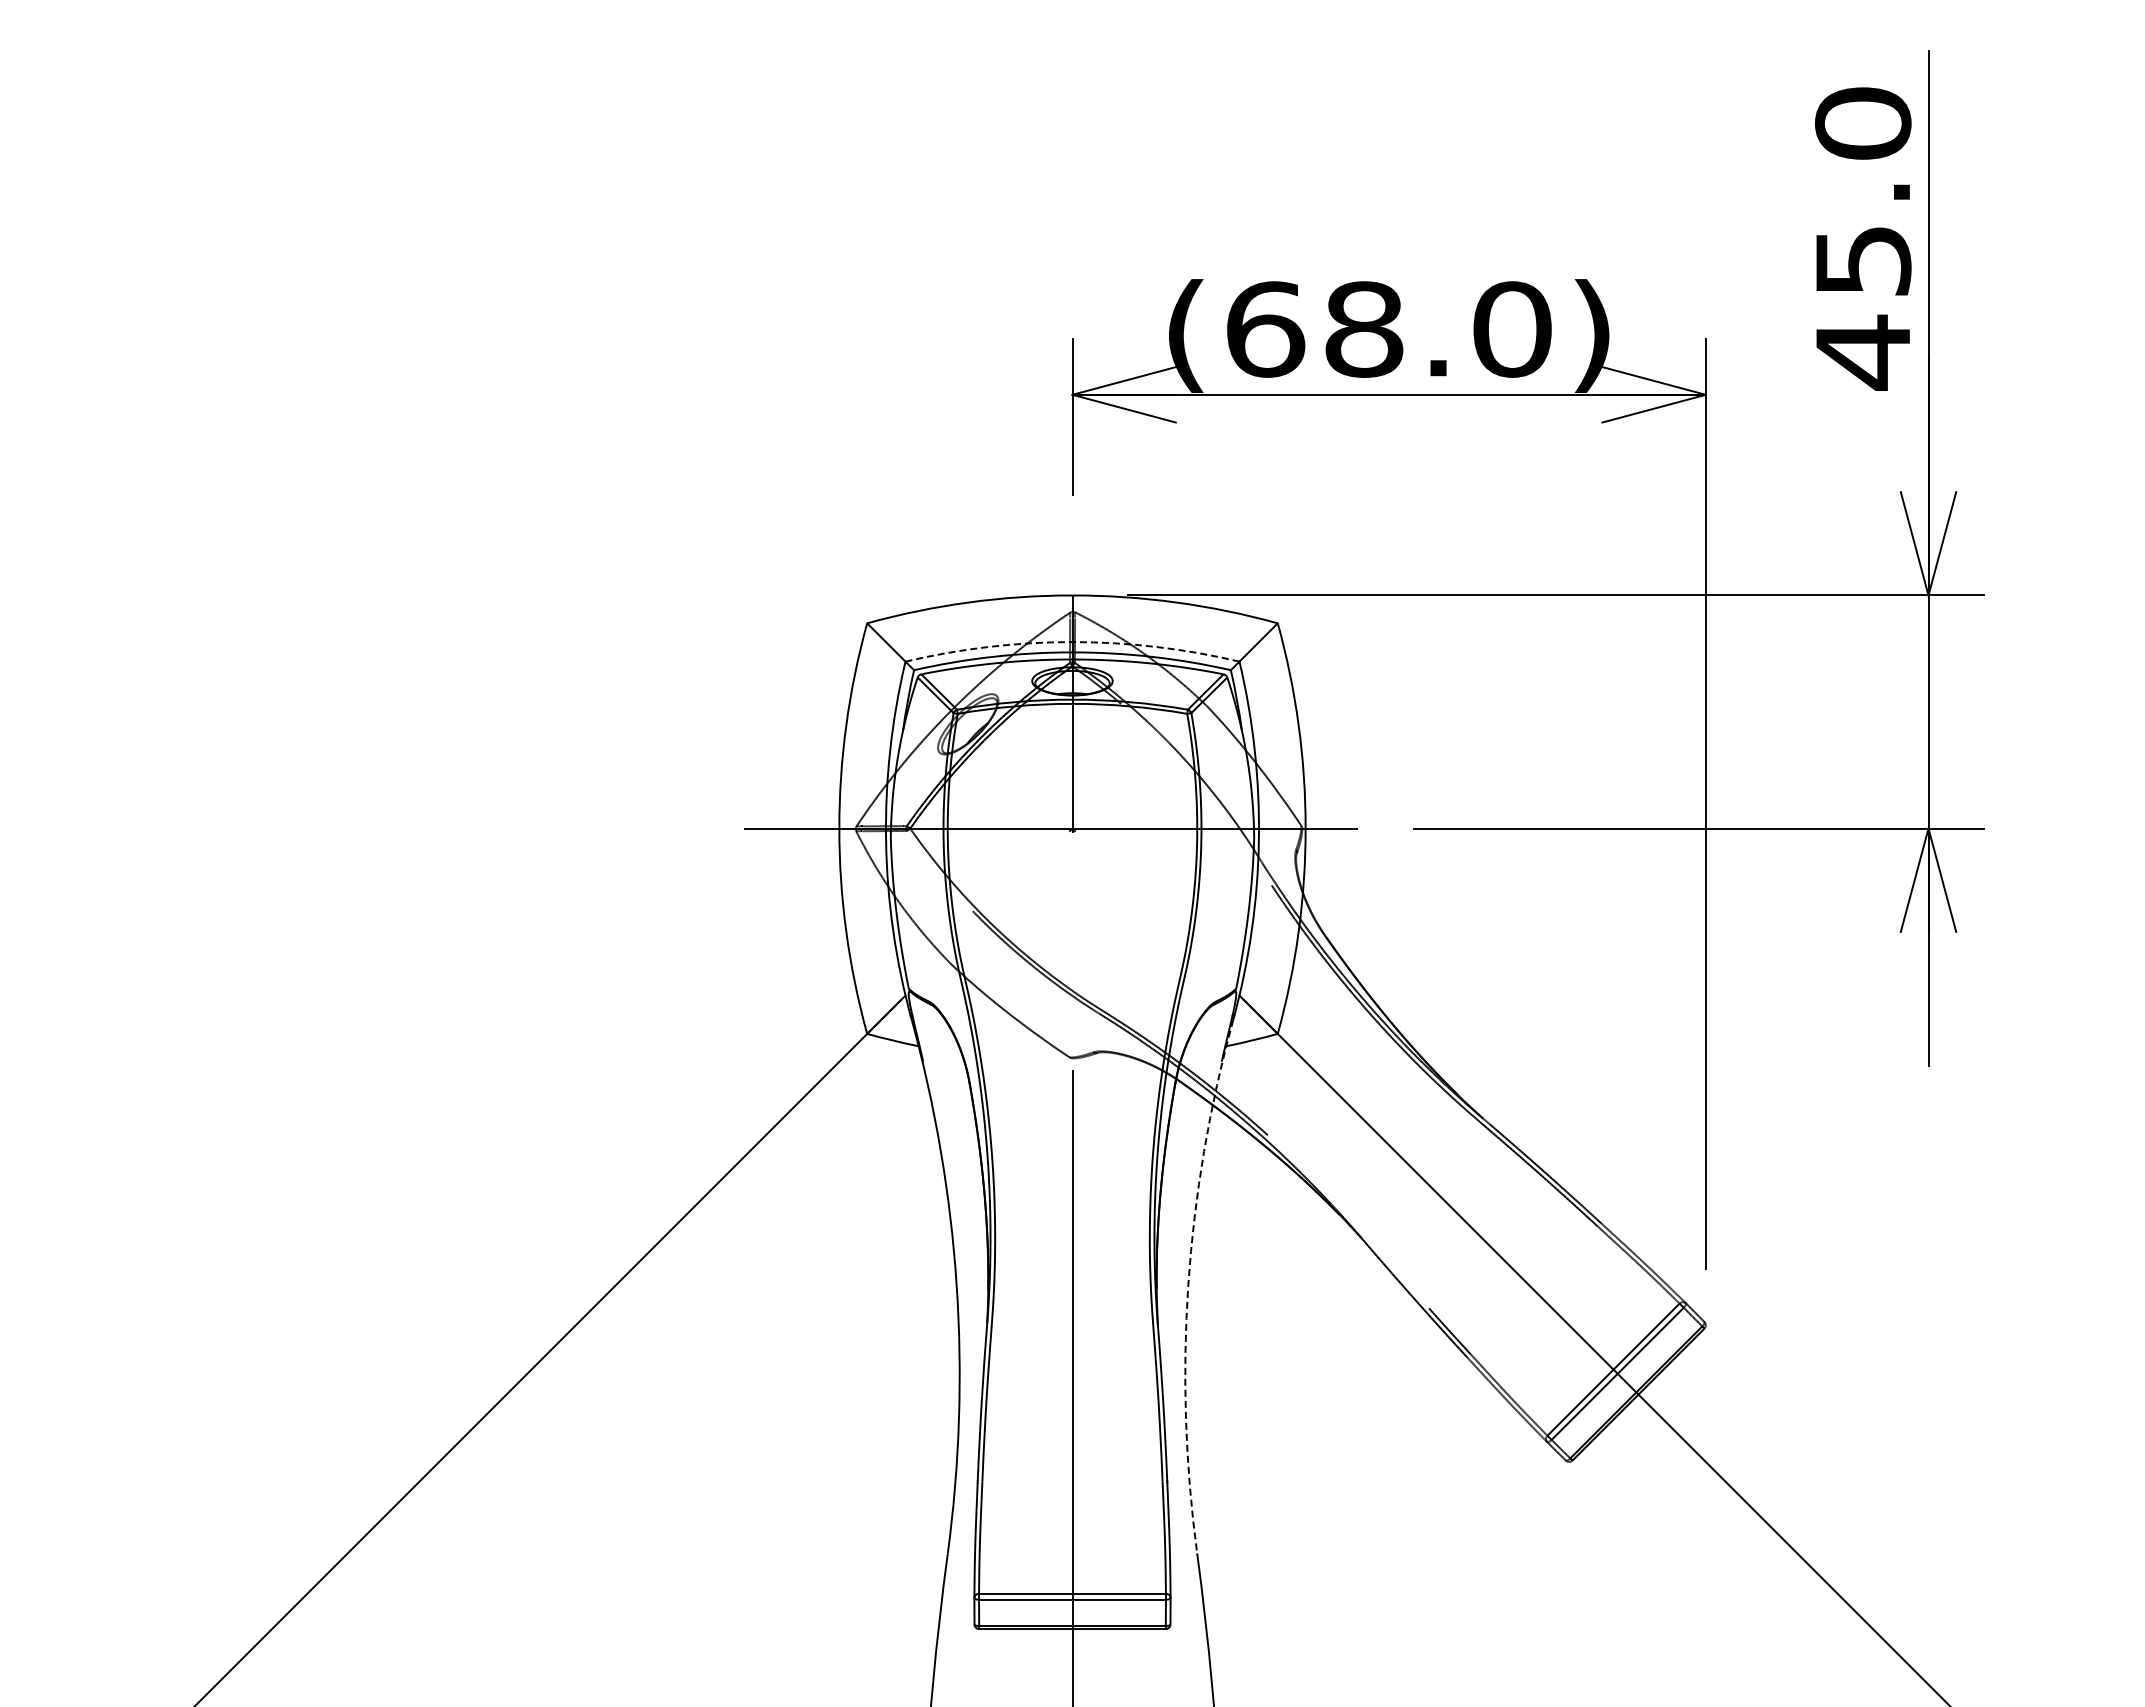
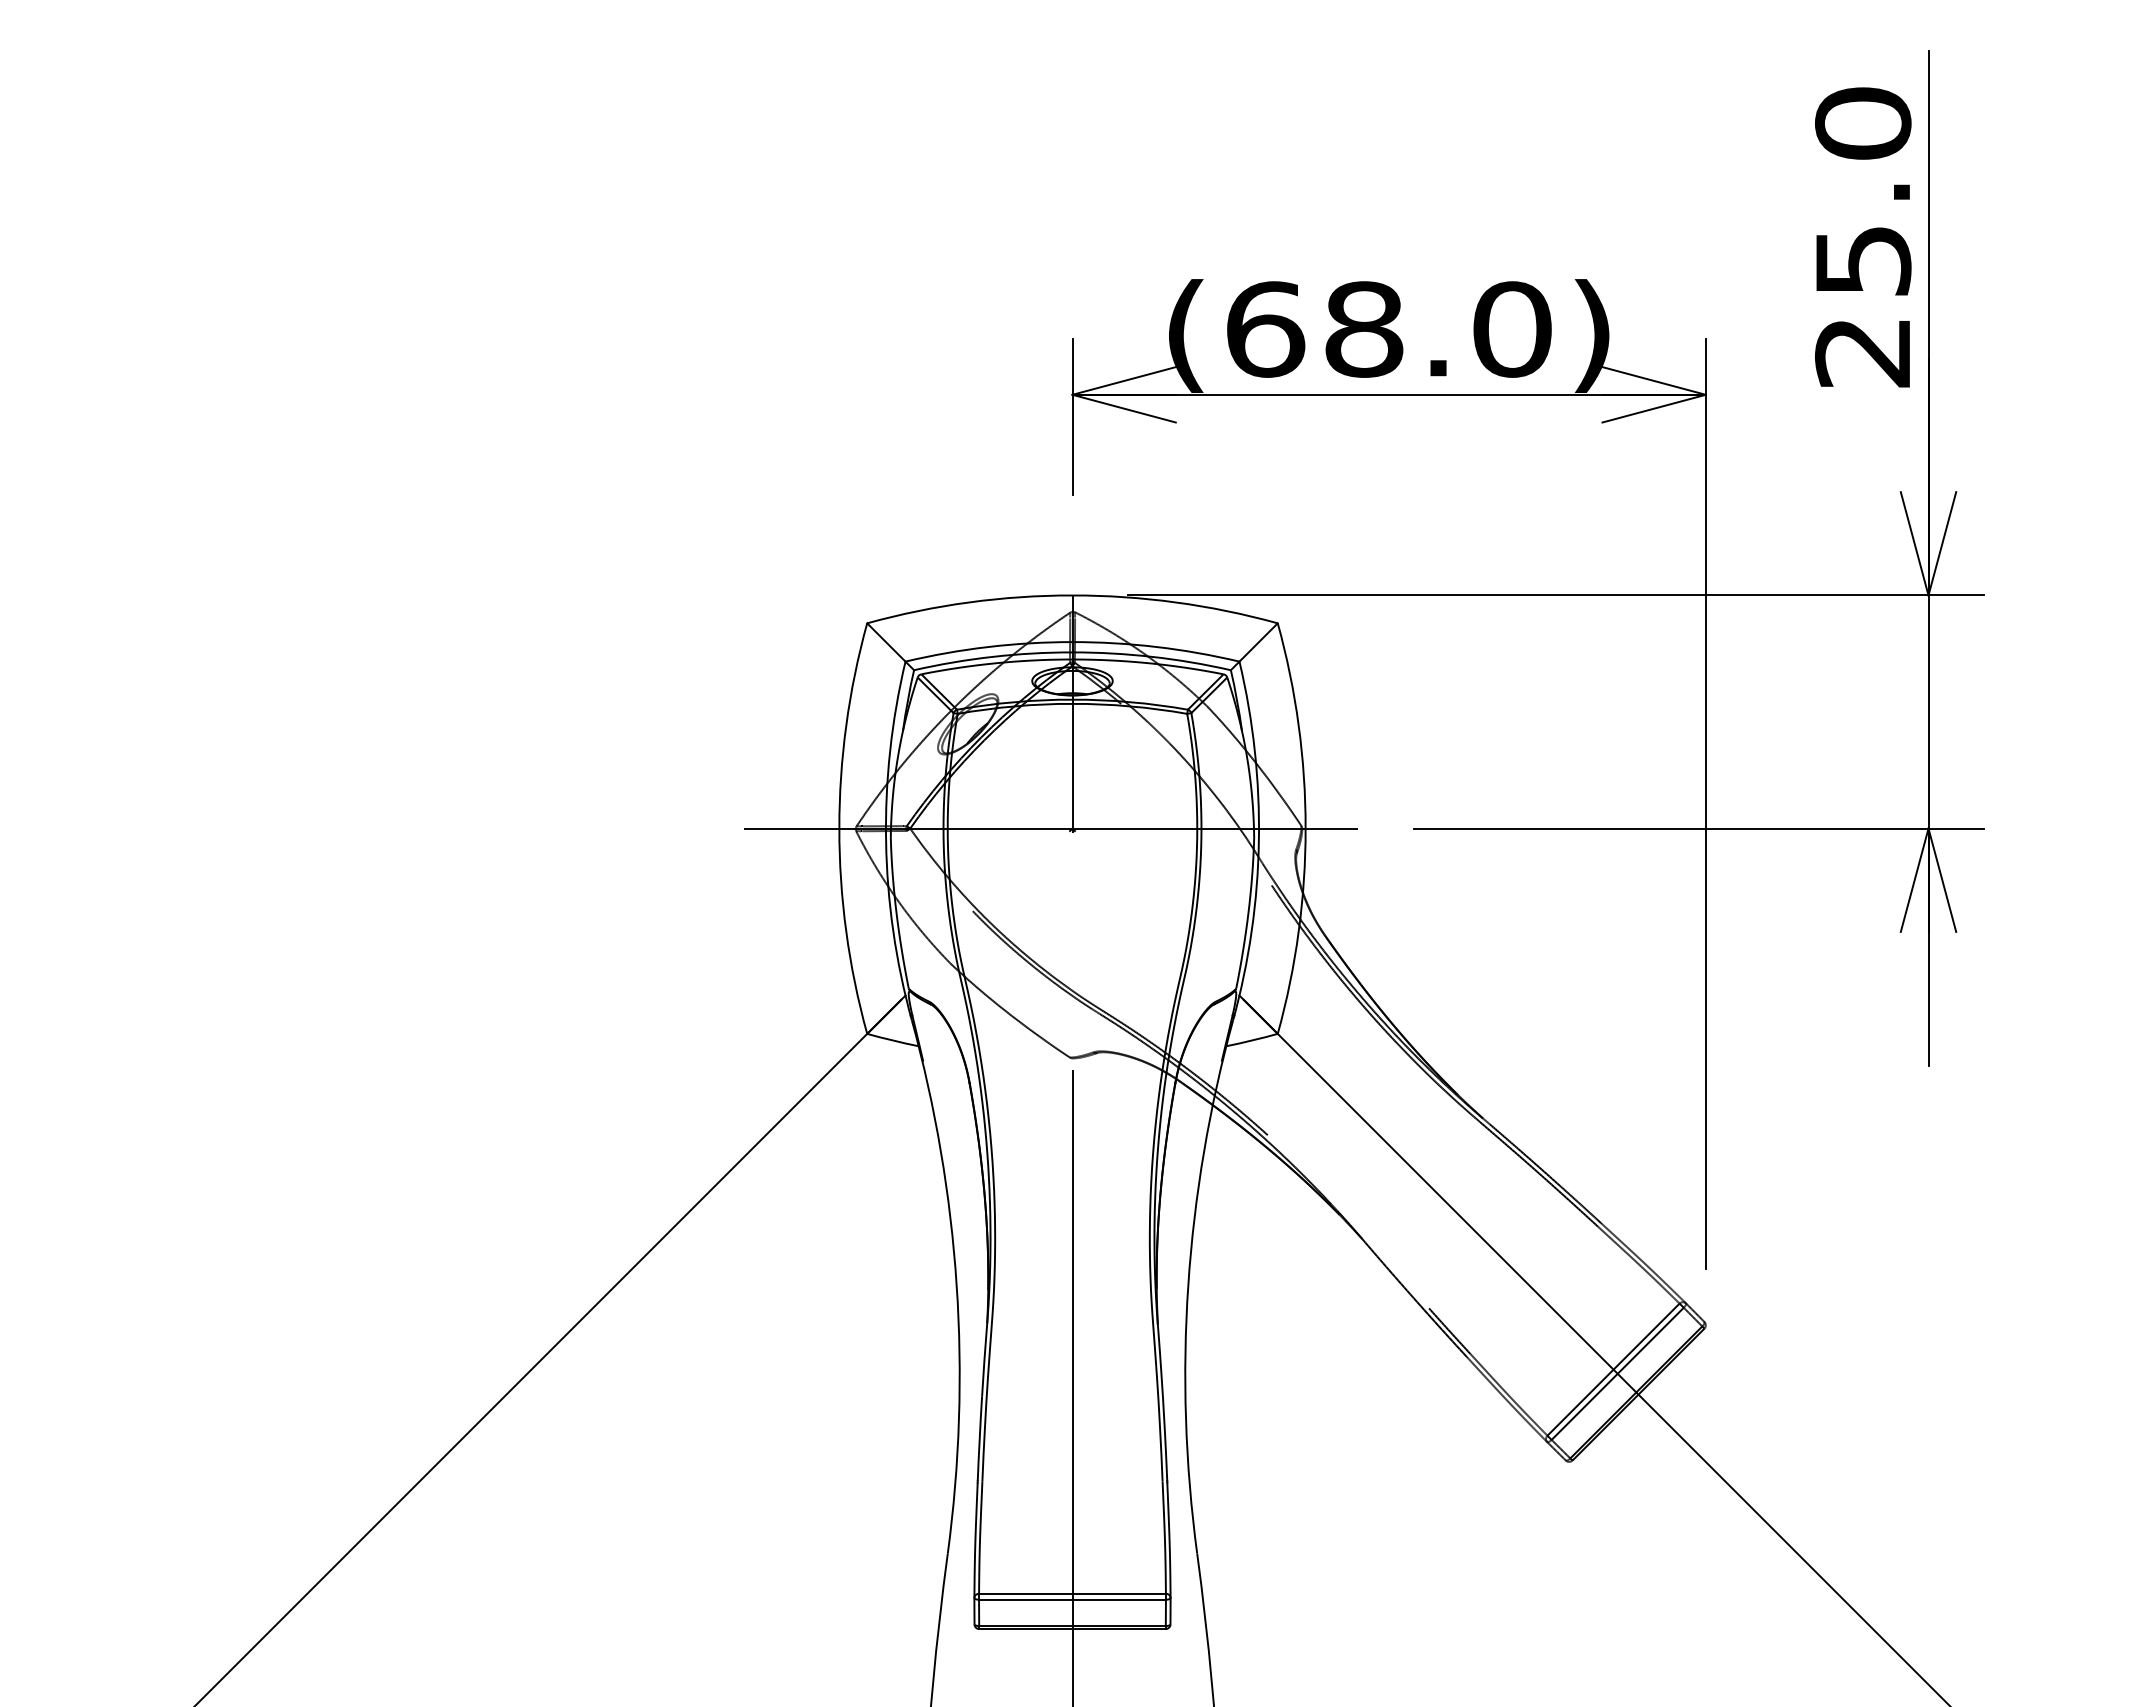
text at (1862, 352): 45.0 -> 25.0
arc at (1072, 642): dashed -> solid
arc at (1188, 1284): dashed -> solid
